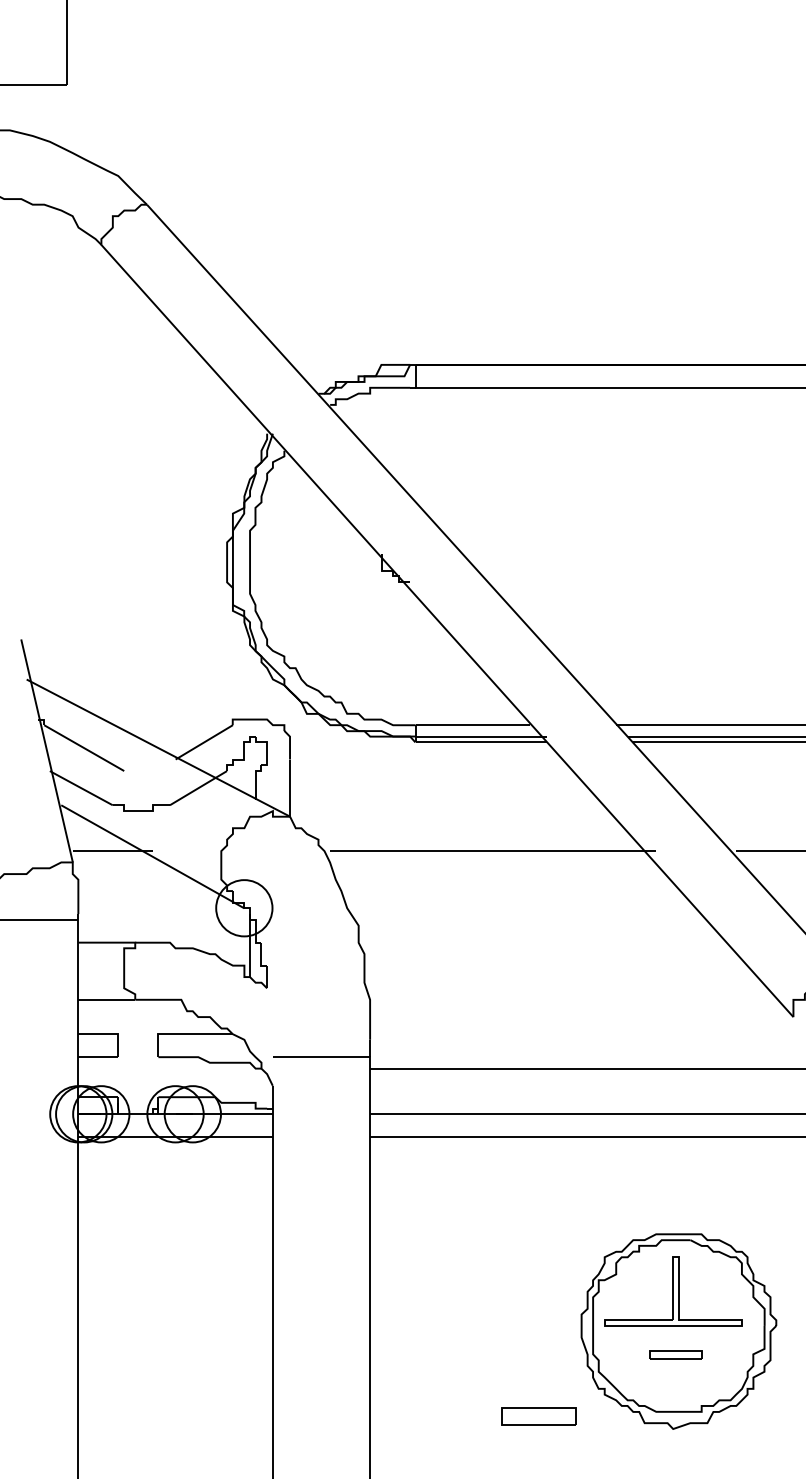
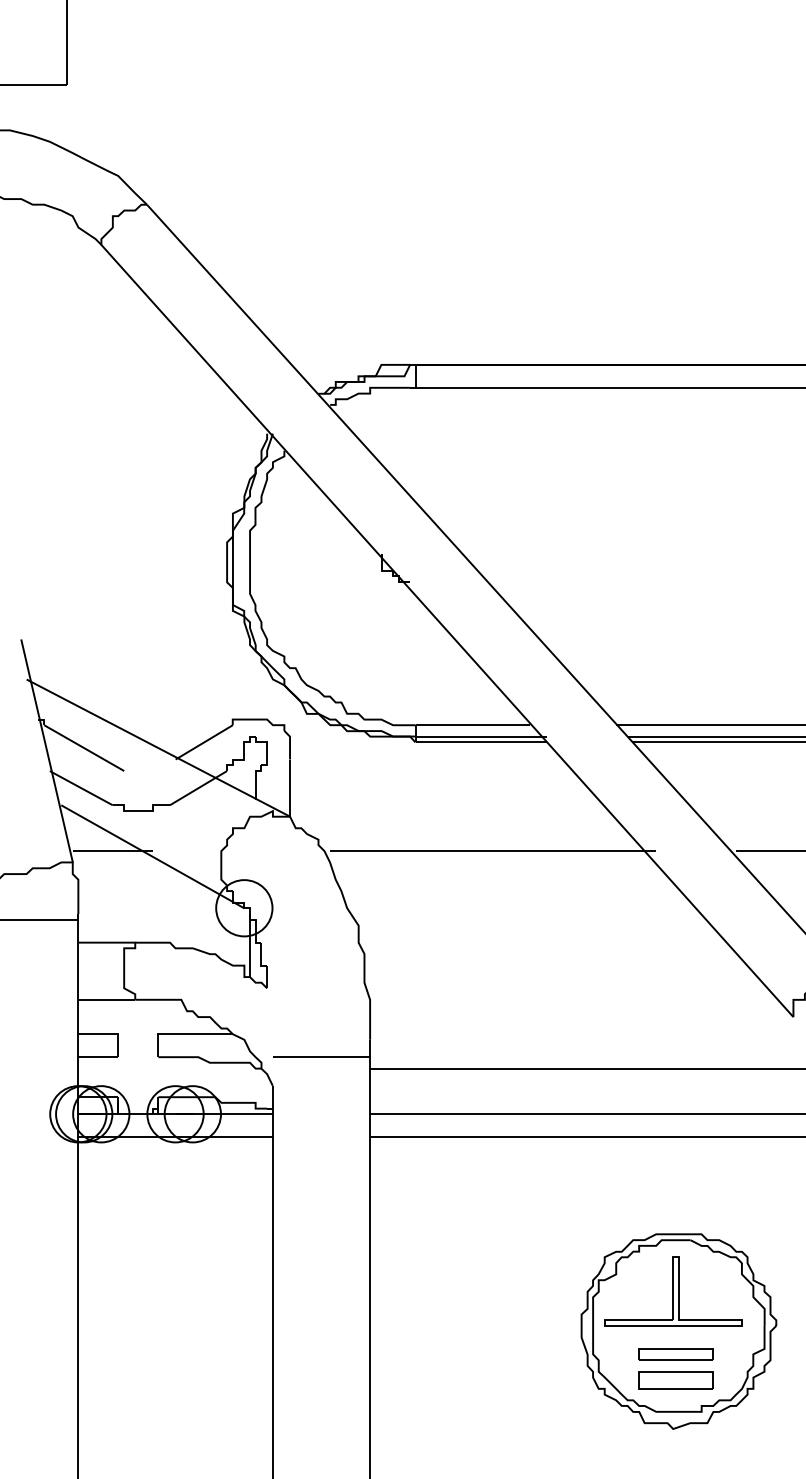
part at (675, 1354) size: 54x10 px -> 76x13 px
part at (538, 1416) position: (538, 1416) -> (675, 1380)
